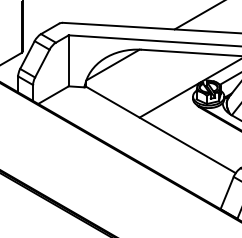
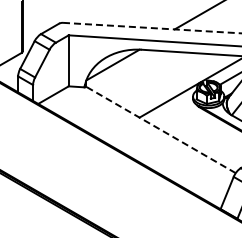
line at (152, 28): solid -> dashed
line at (160, 129): solid -> dashed
